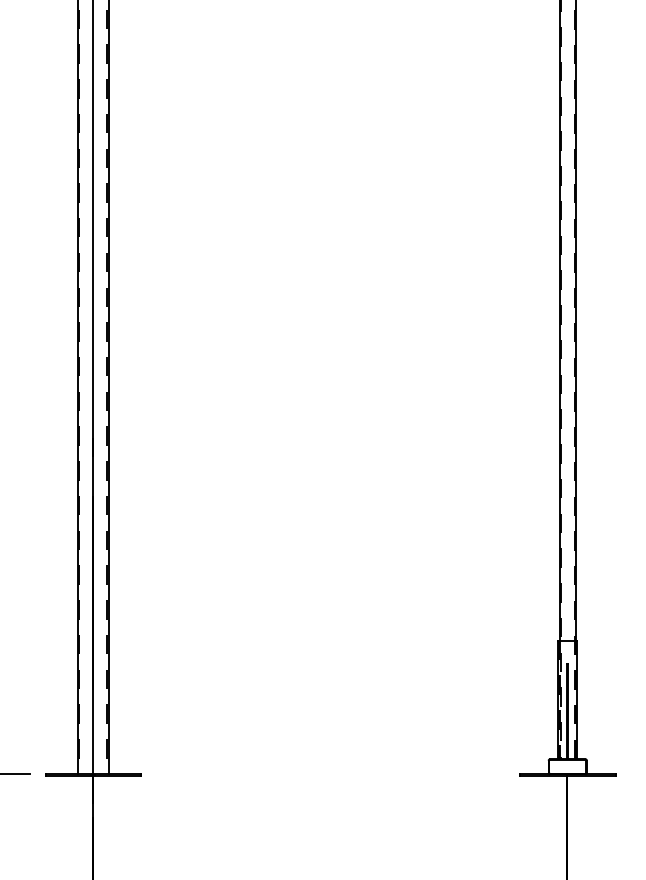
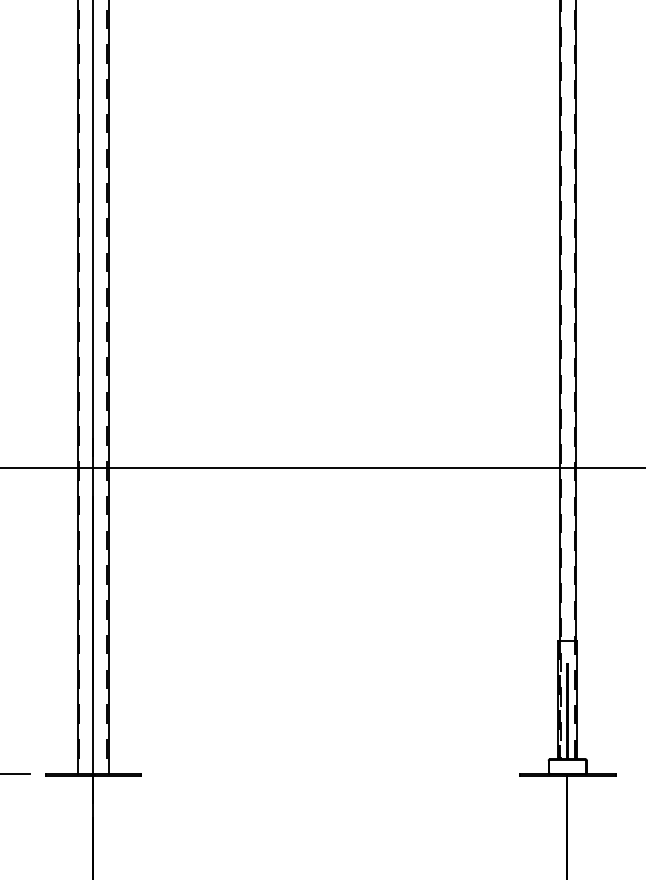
line at (322, 468): none -> present
